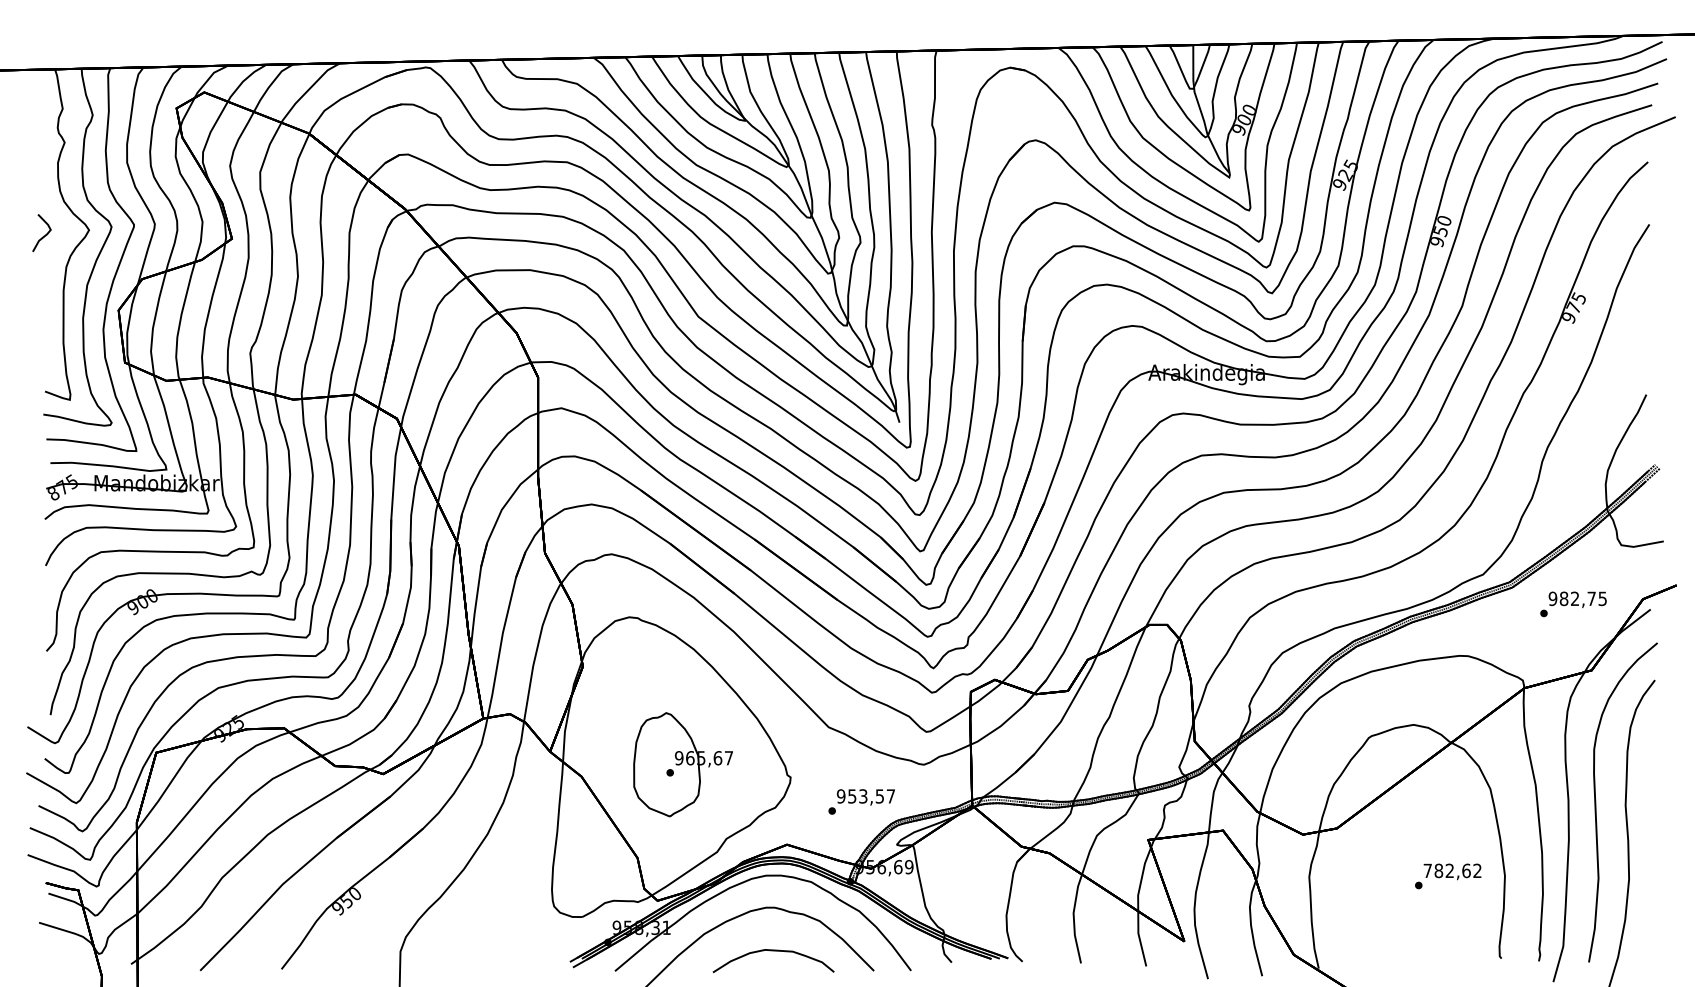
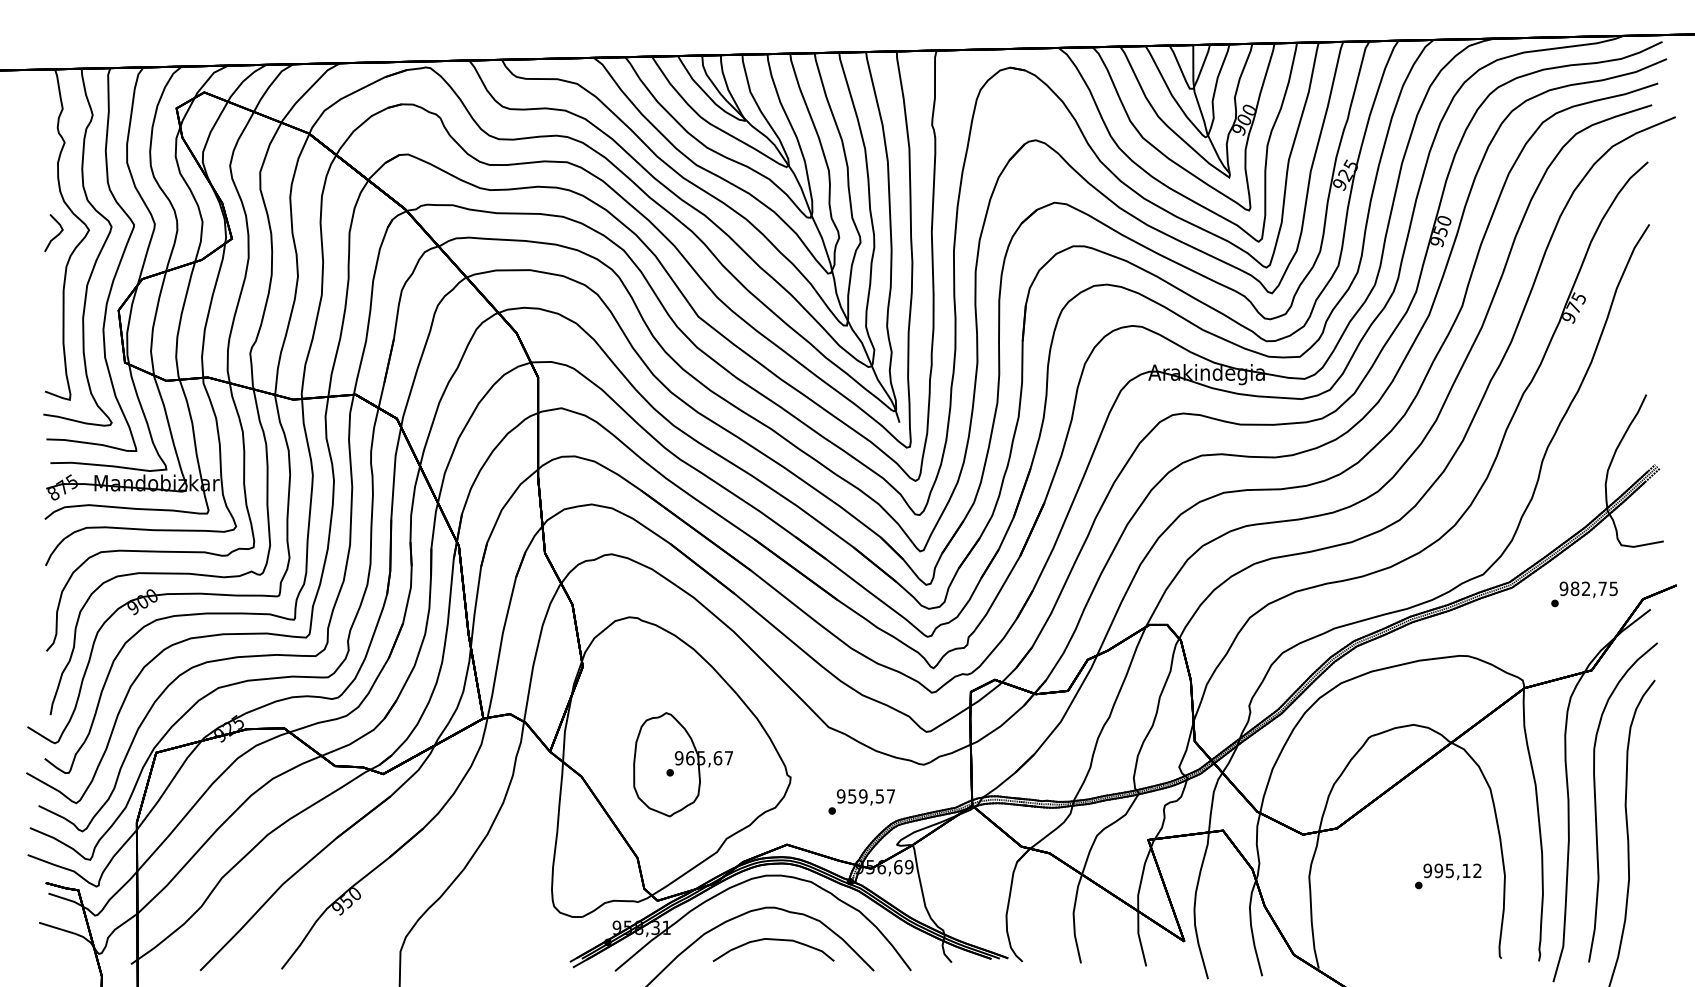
curve at (42, 236) position: (42, 236) -> (54, 236)
text at (1573, 604) position: (1573, 604) -> (1584, 594)
text at (863, 796): 953,57 -> 959,57
text at (1446, 870): 782,62 -> 995,12
curve at (773, 951) position: (773, 951) -> (773, 940)
